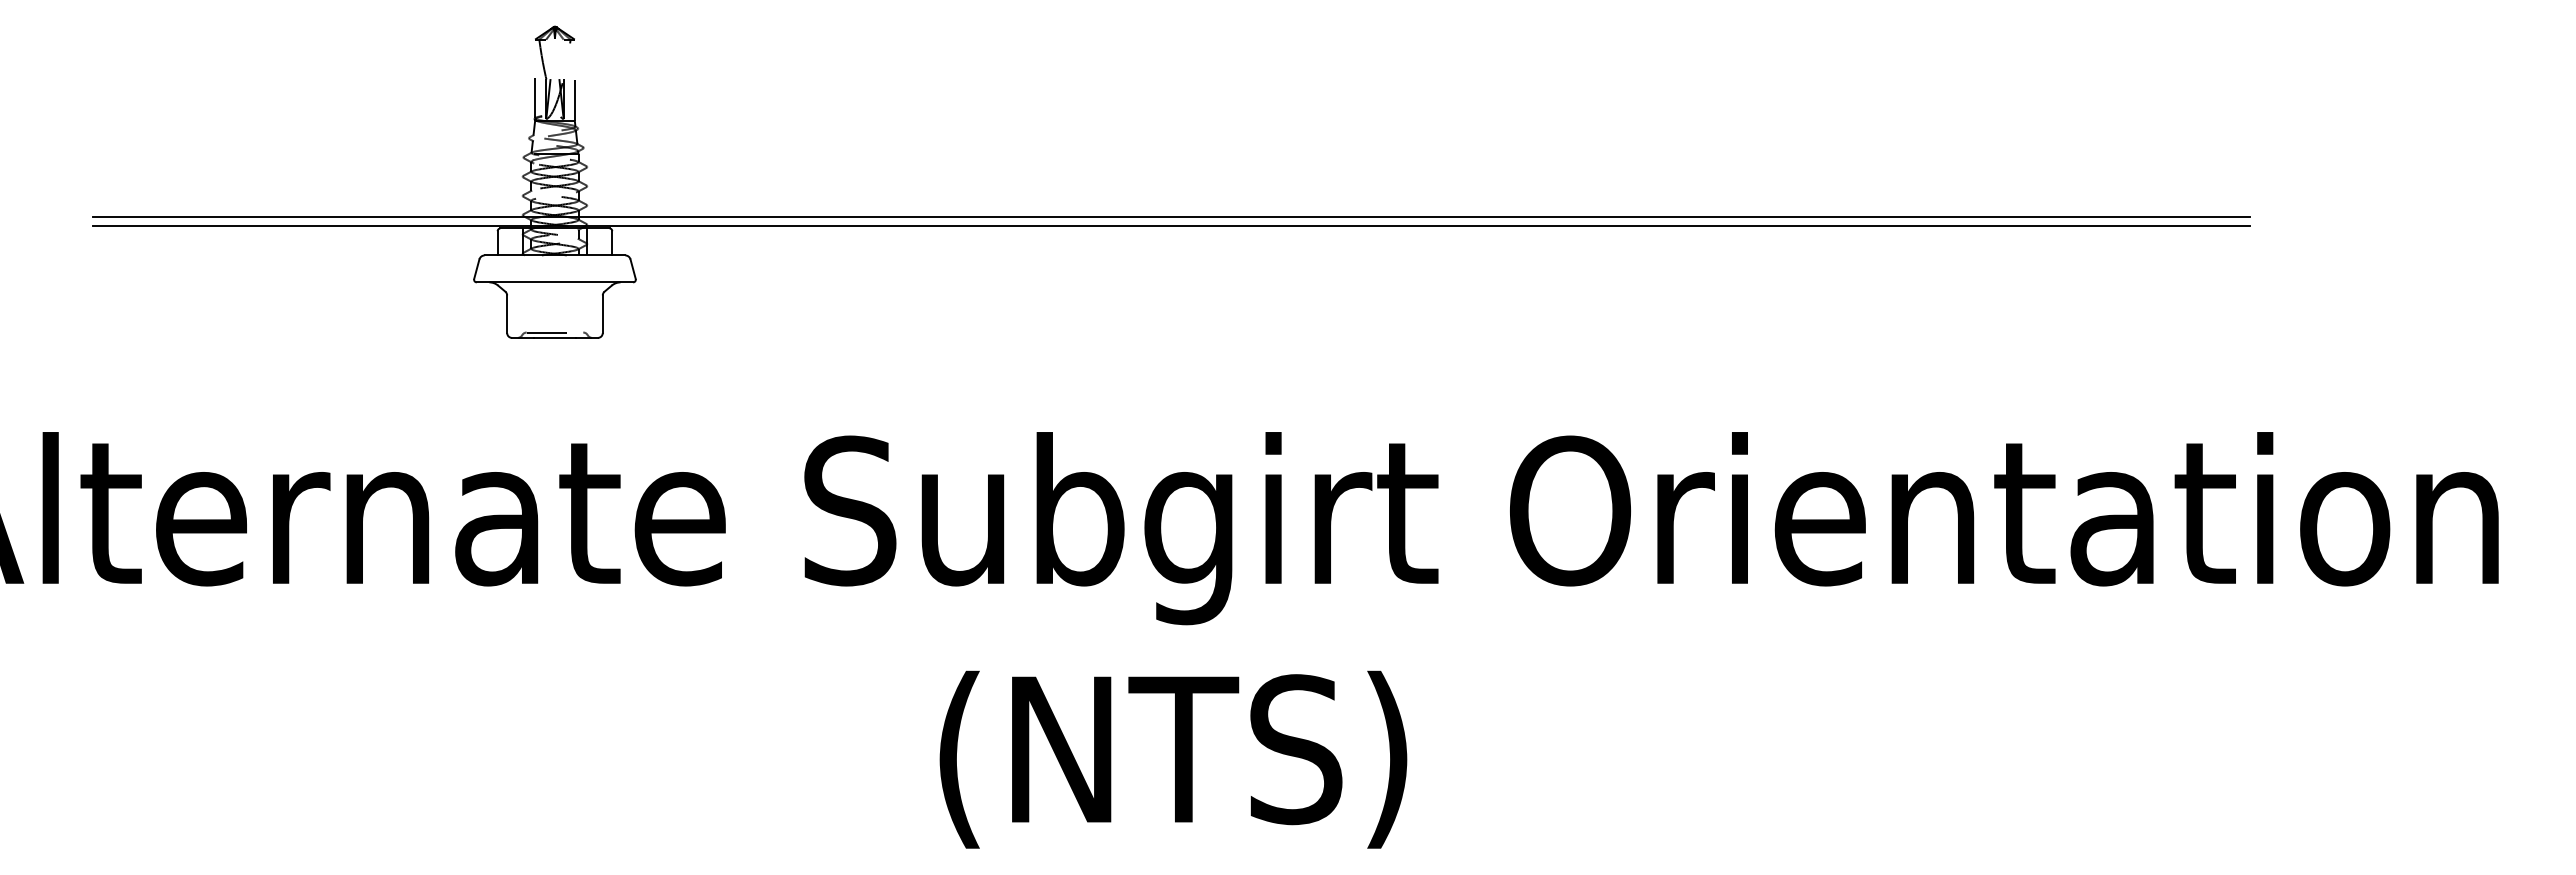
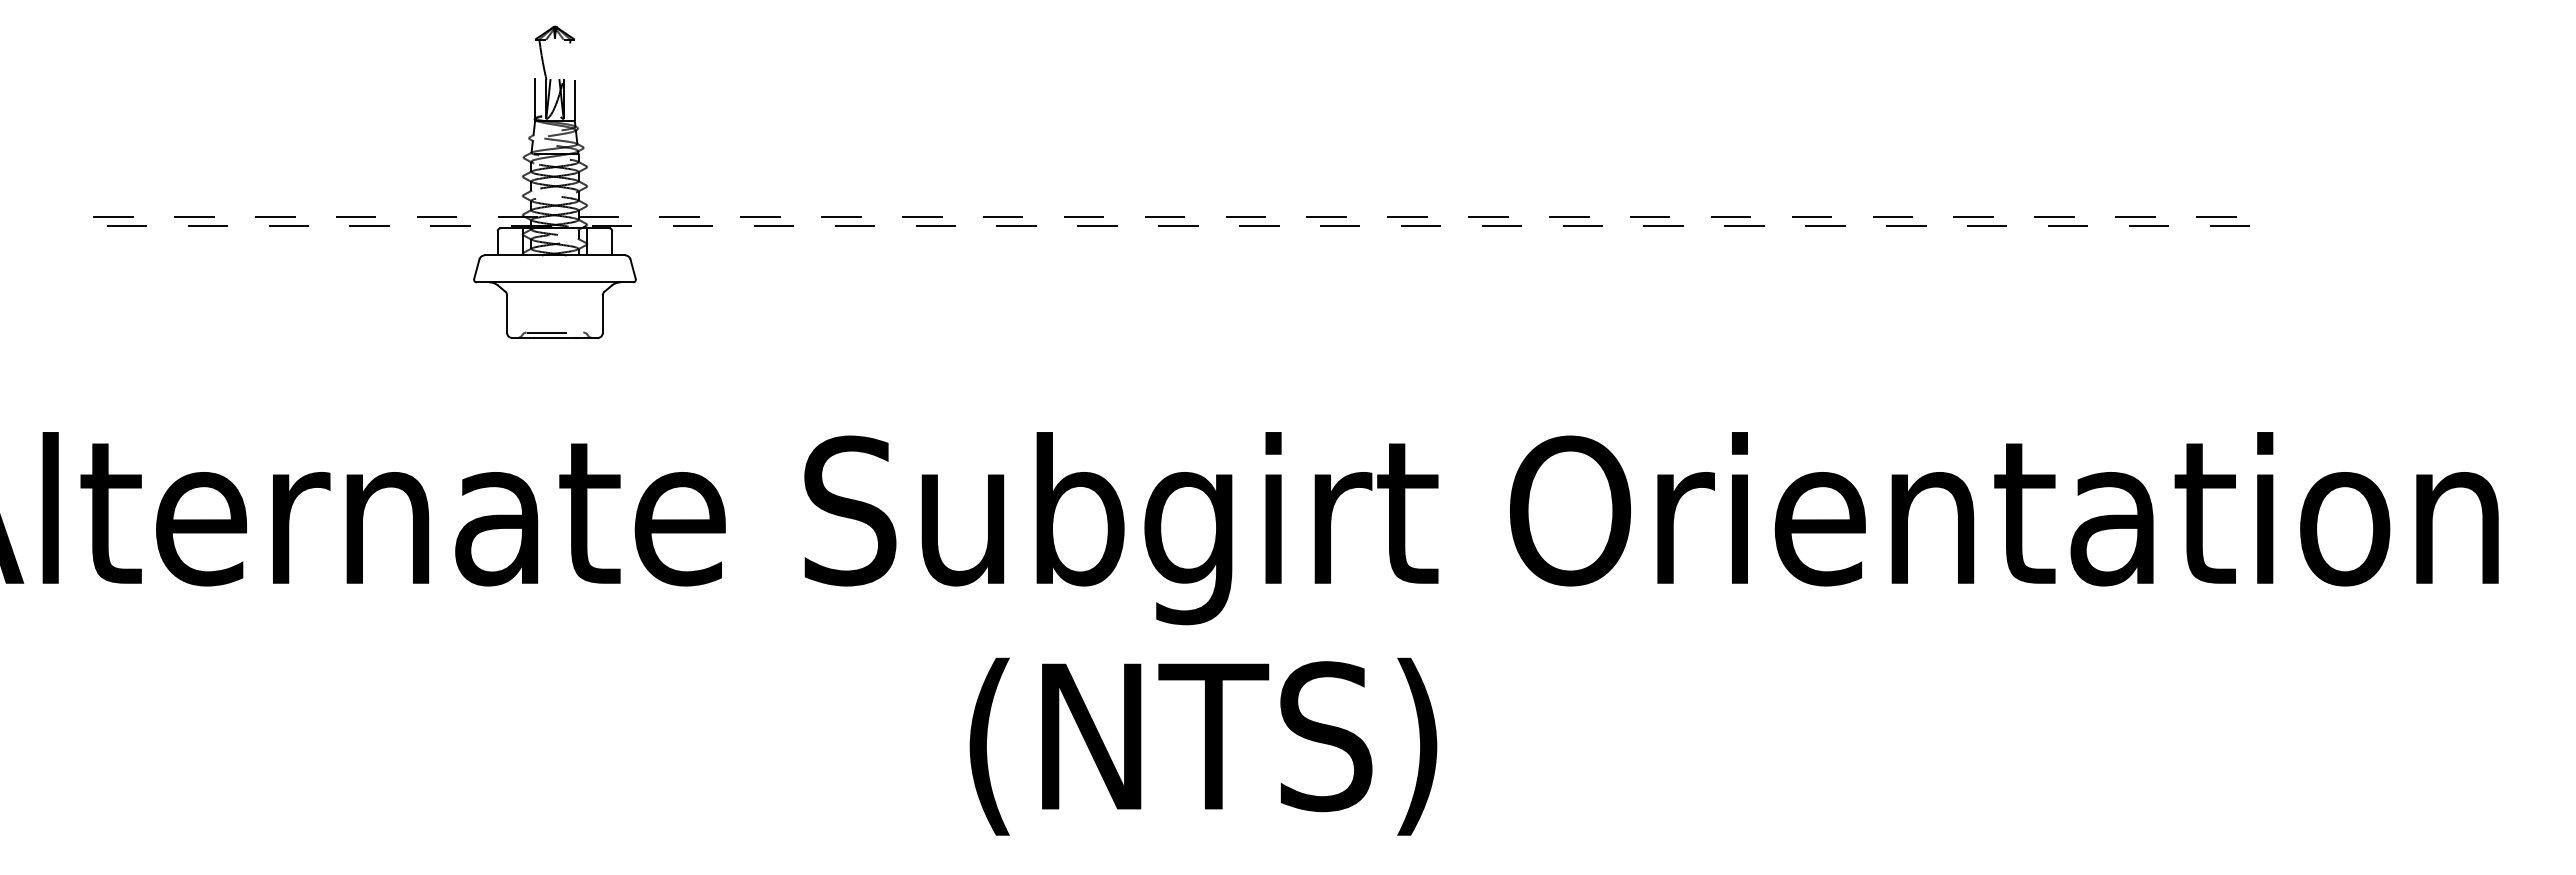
line at (1172, 217): solid -> dashed
line at (1171, 225): solid -> dashed
text at (1173, 759) position: (1173, 759) -> (1203, 746)
